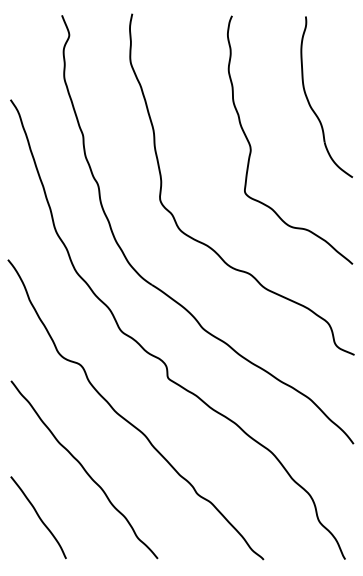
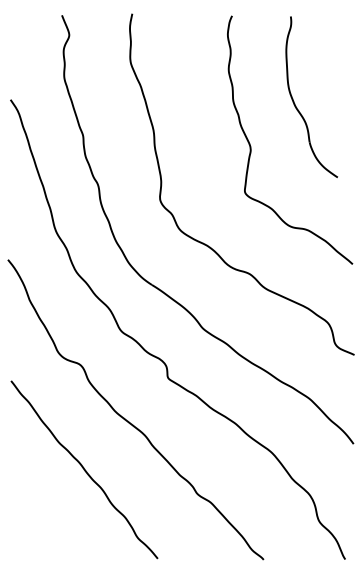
part at (310, 103) position: (310, 103) -> (295, 103)
curve at (38, 517): present -> none
